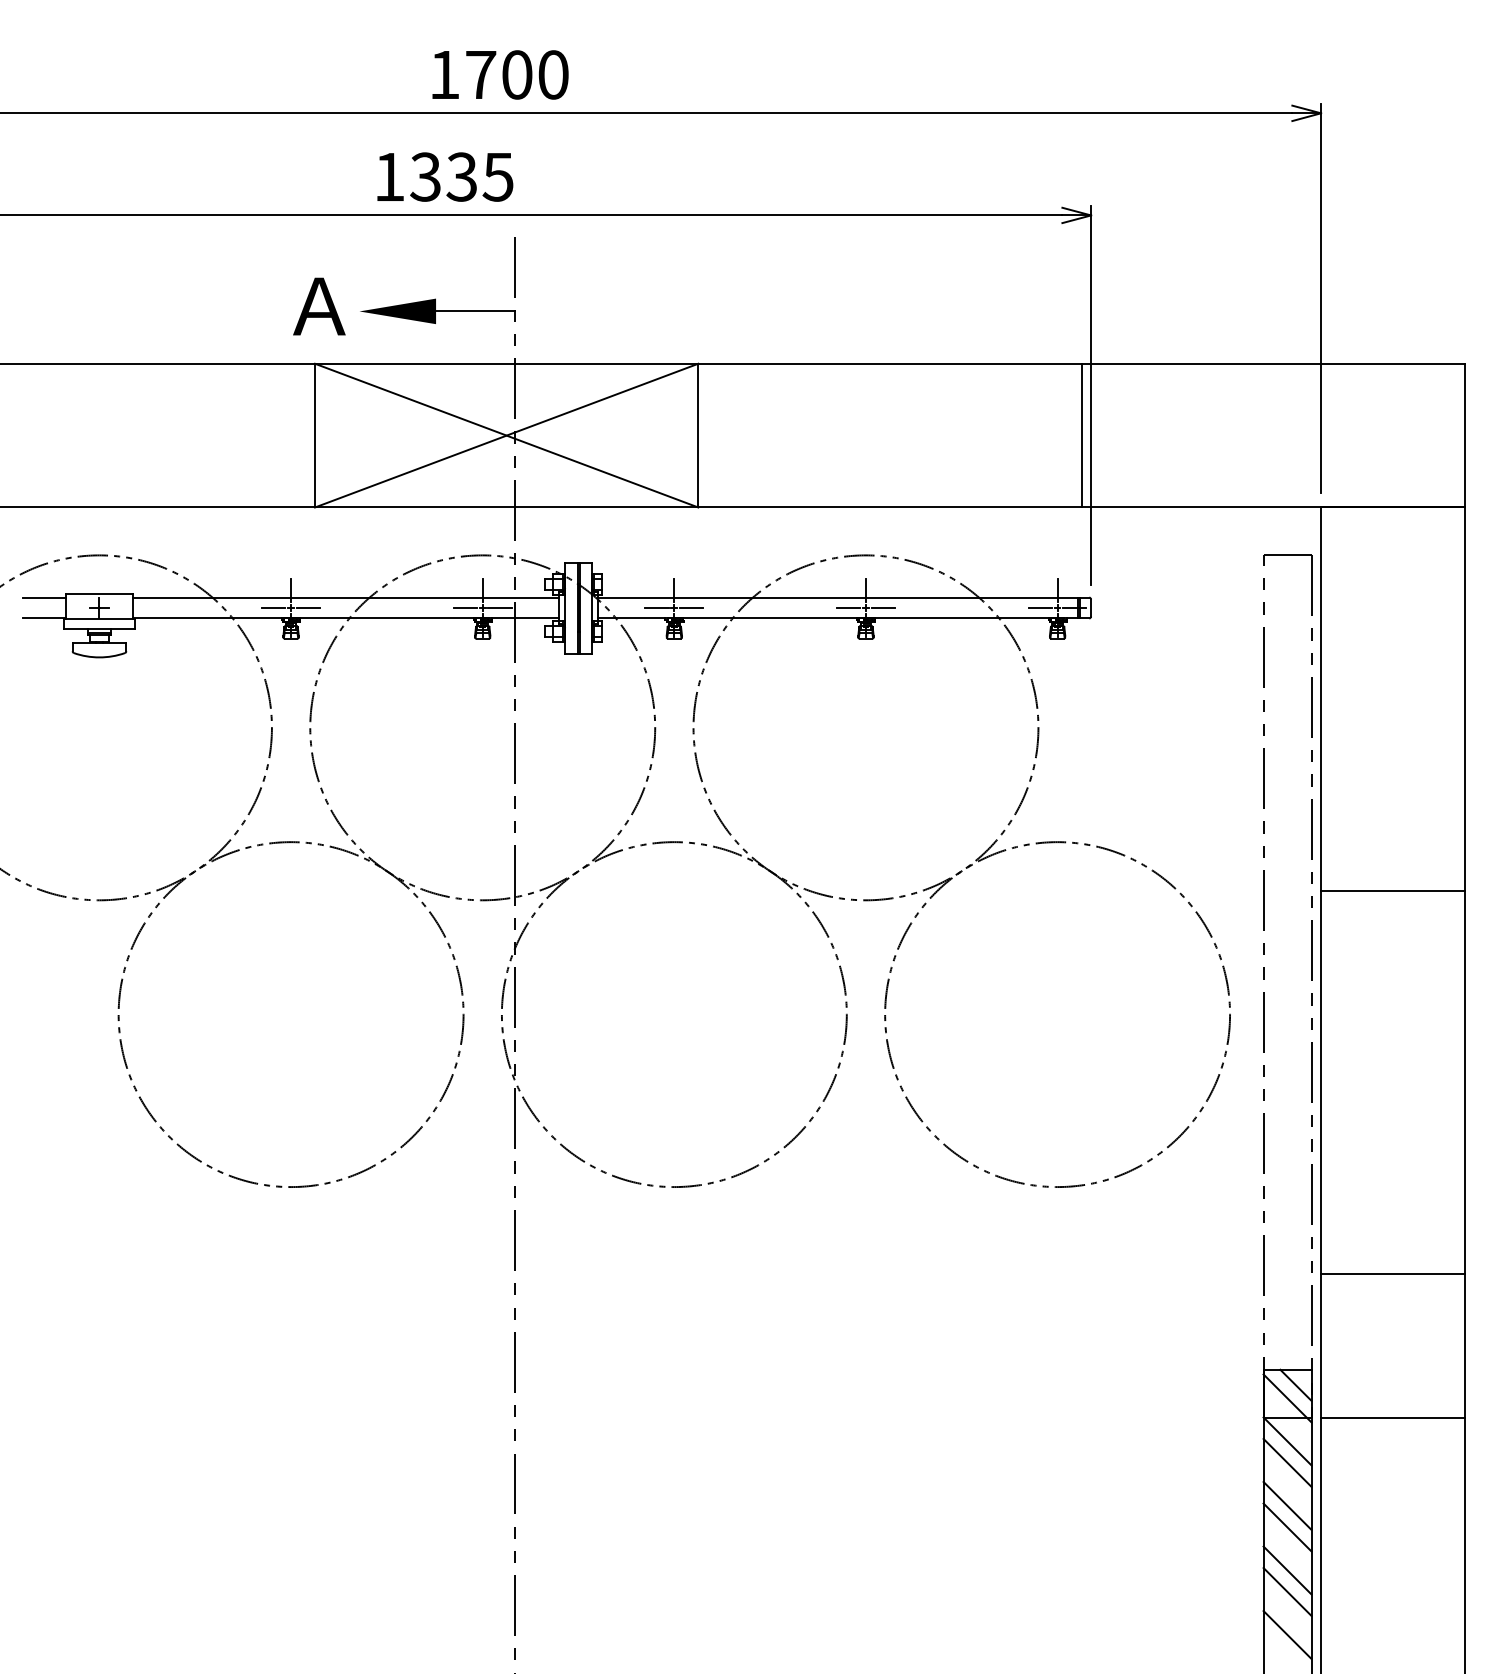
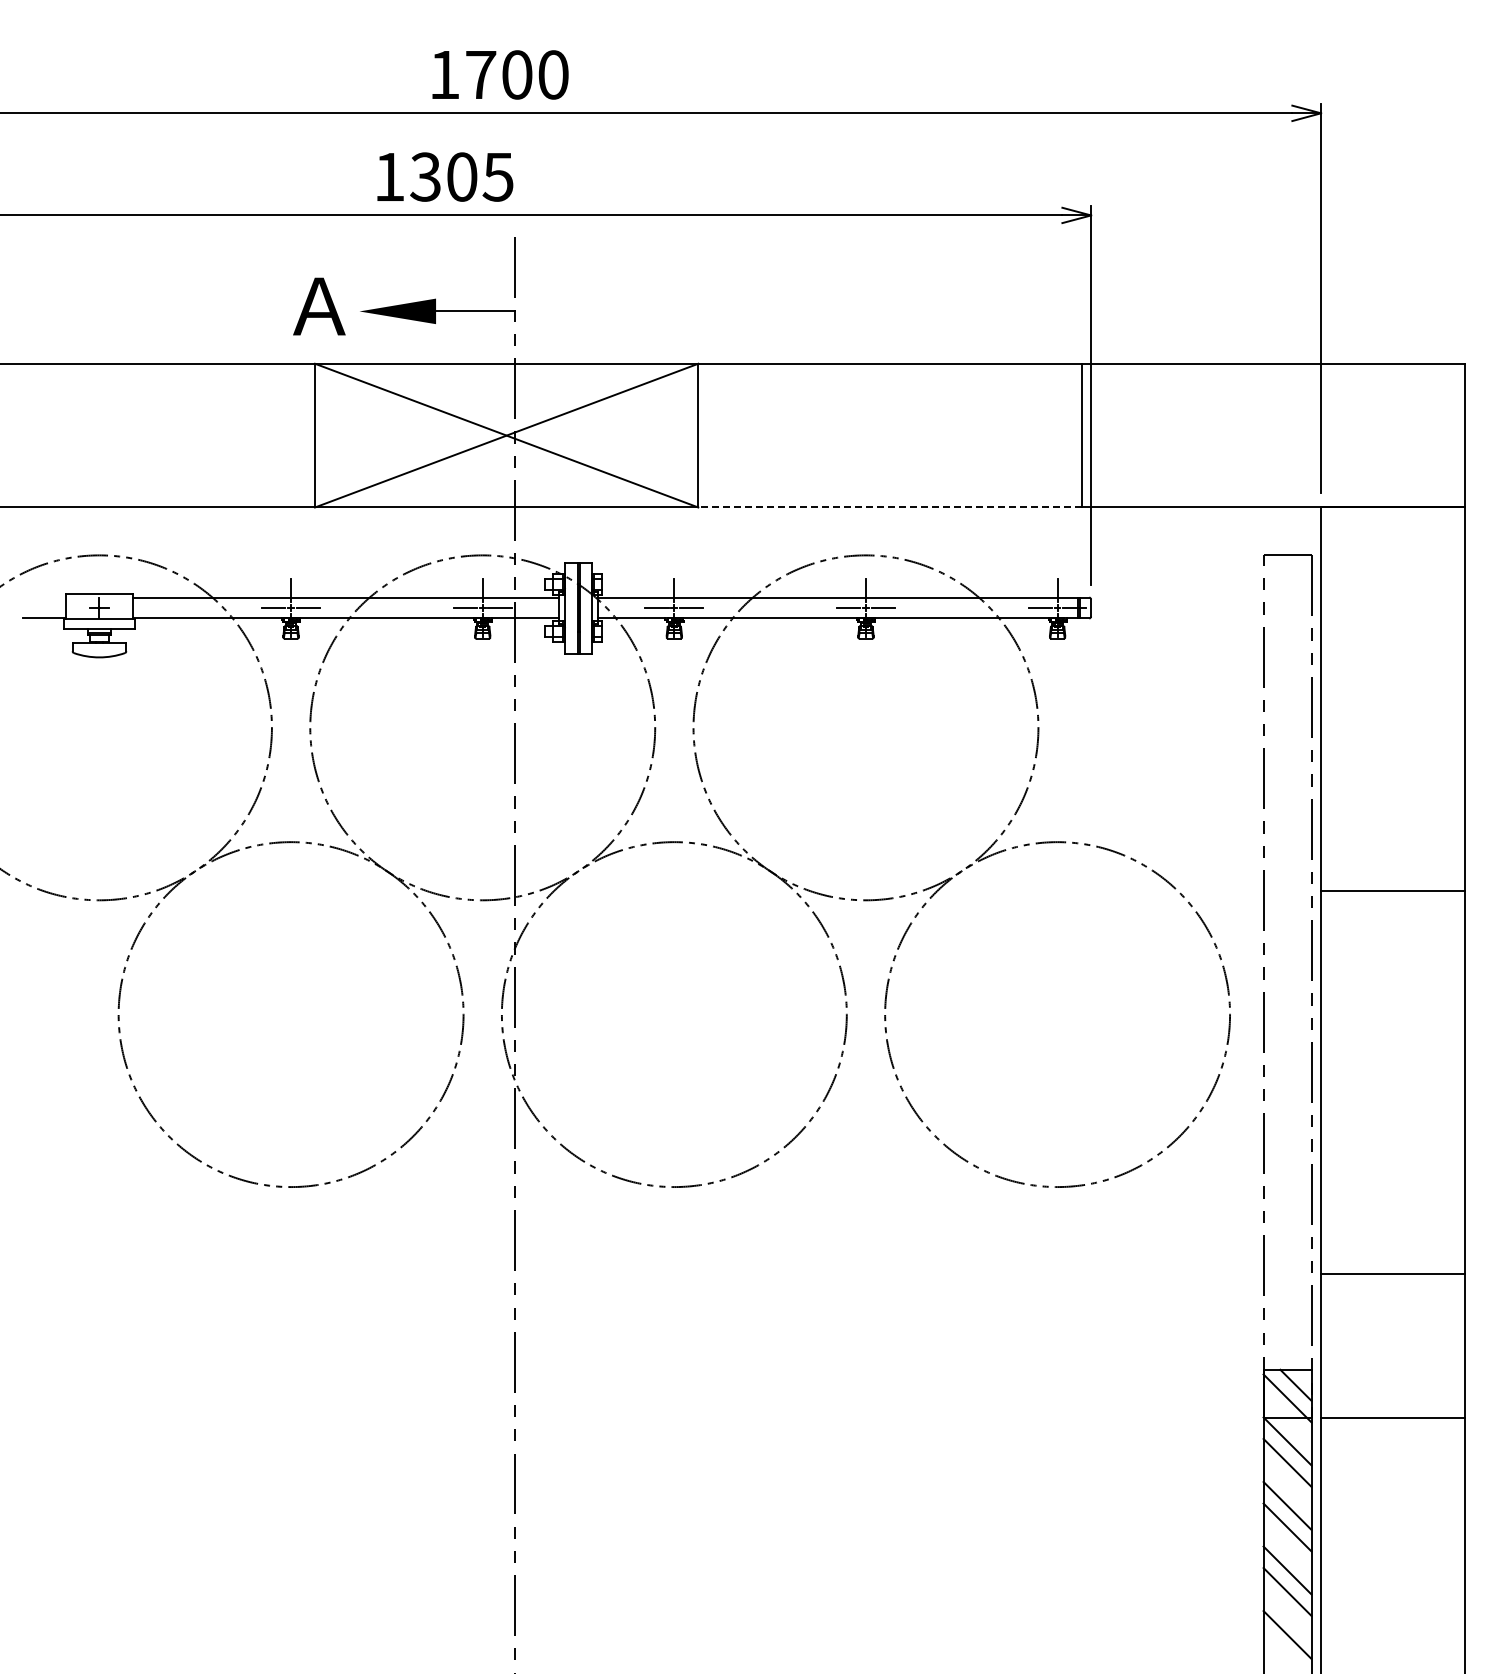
text at (461, 176): 1335 -> 1305
line at (889, 507): solid -> dashed
line at (43, 597): present -> none
